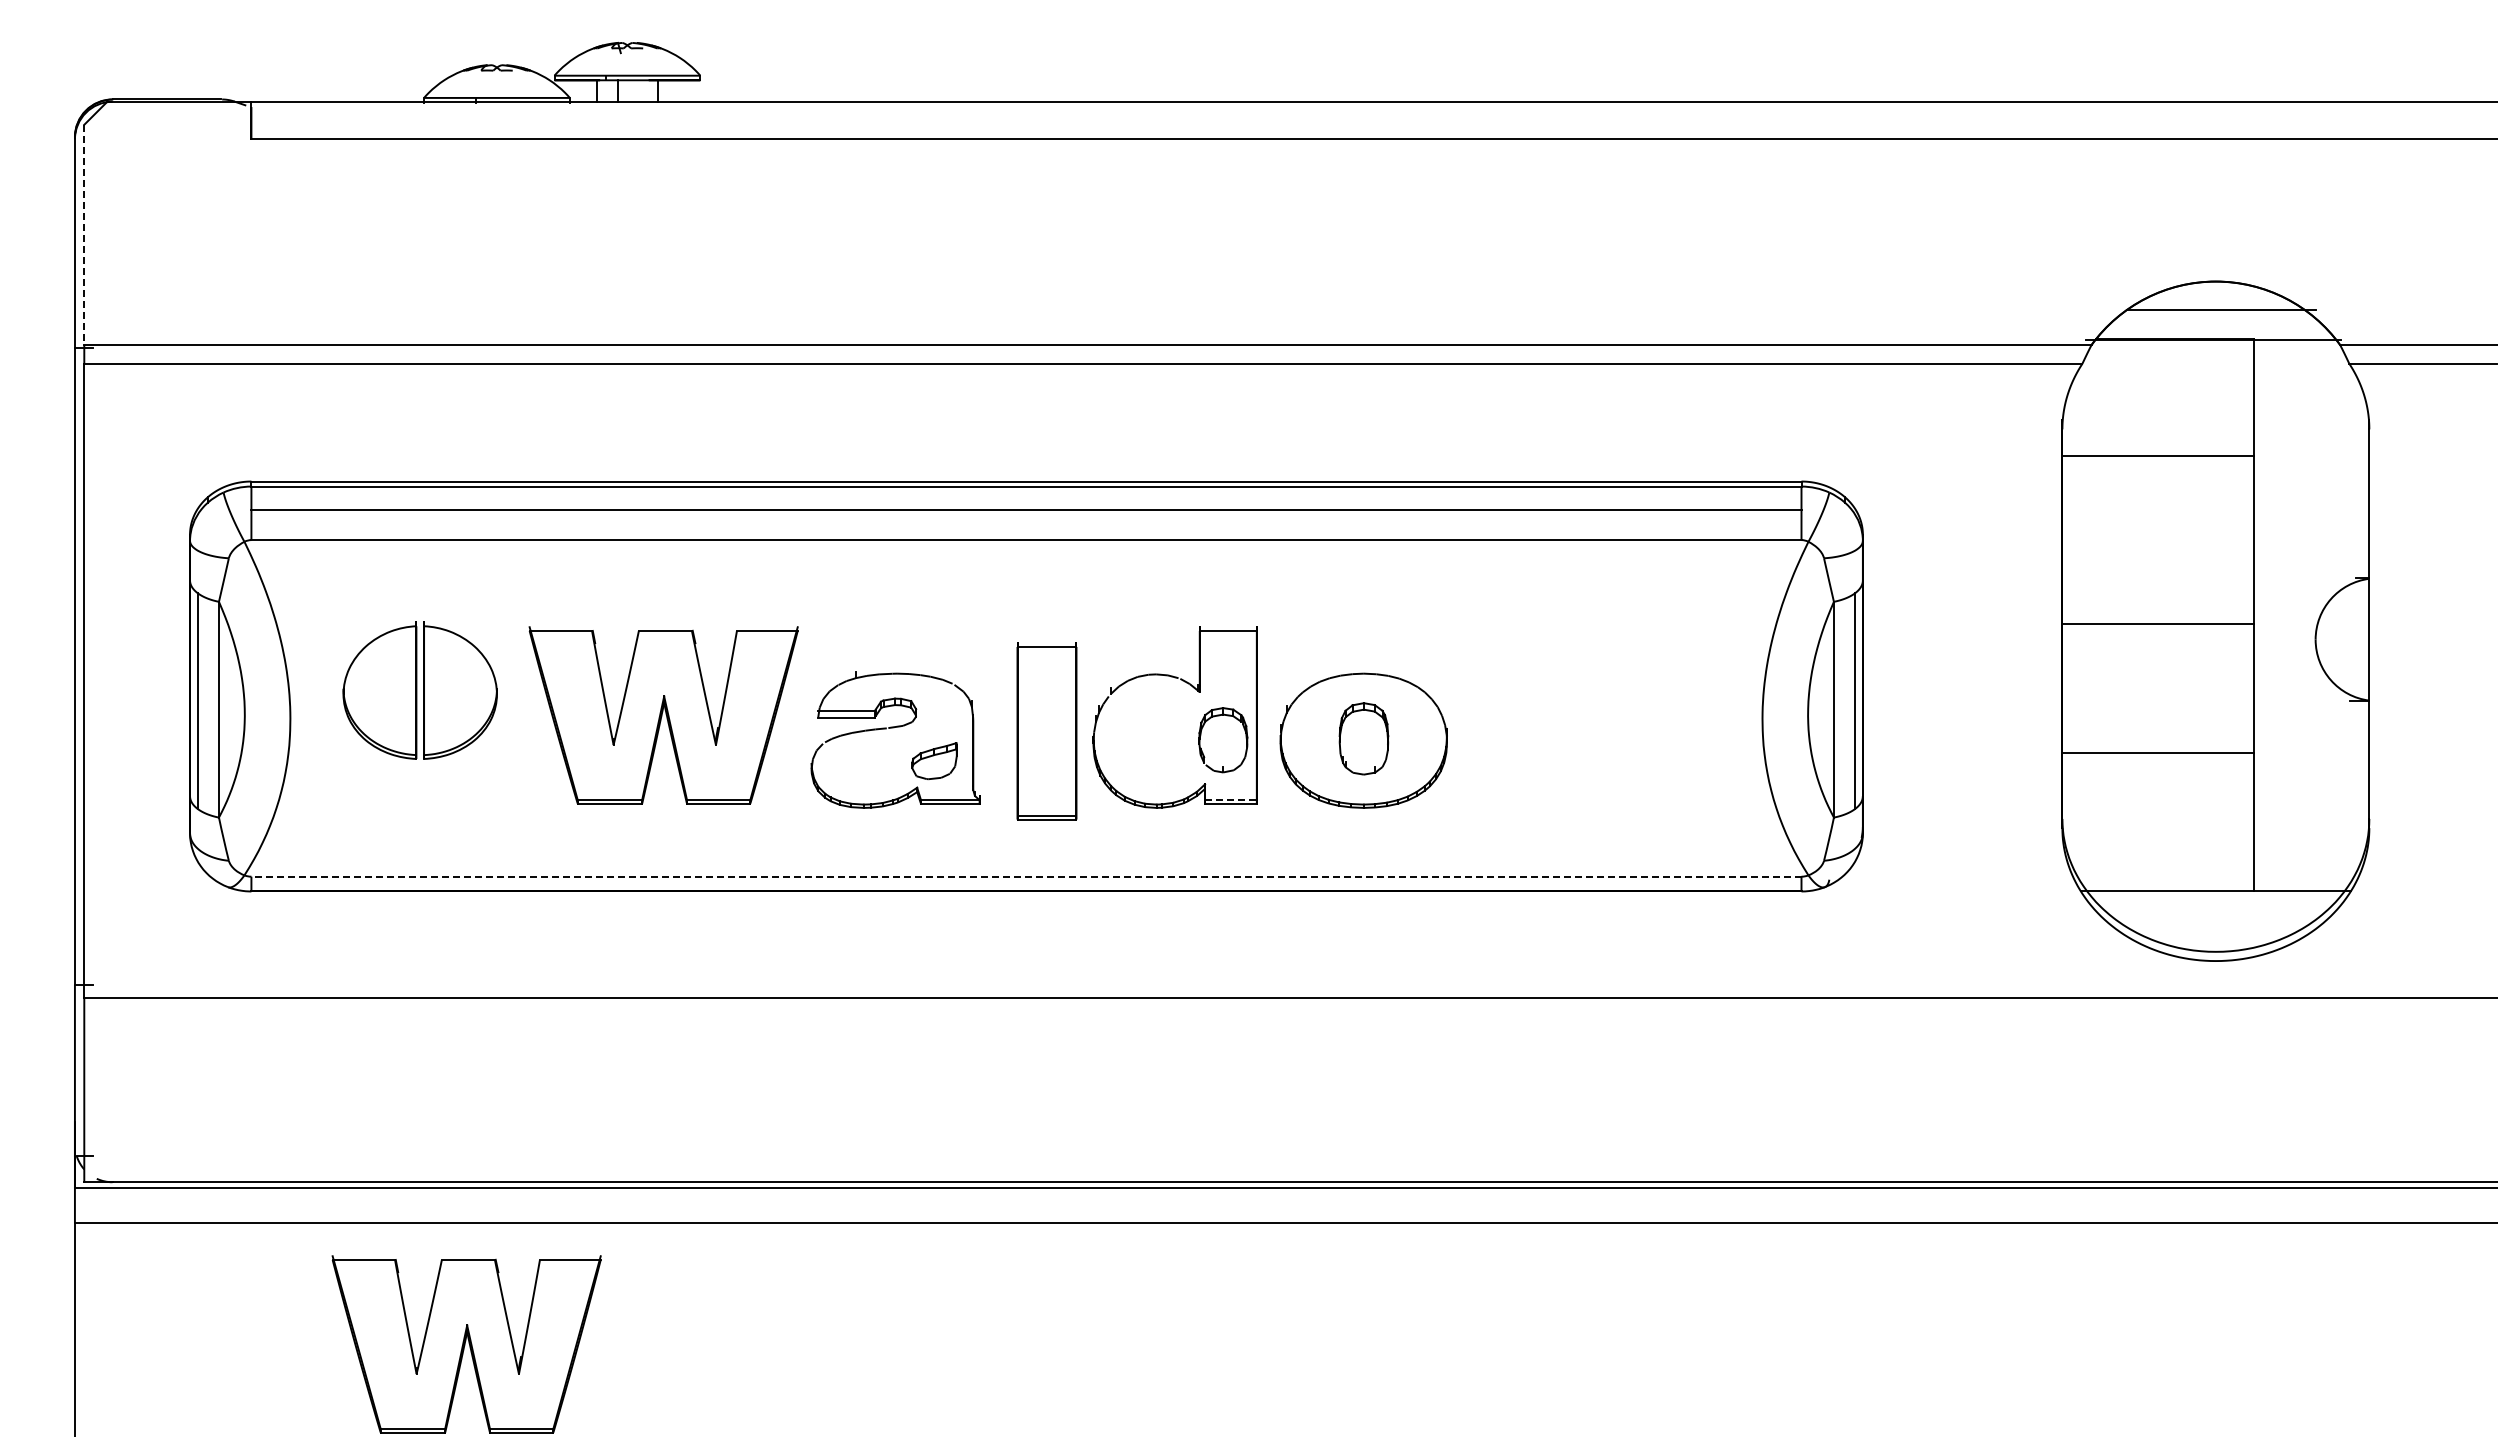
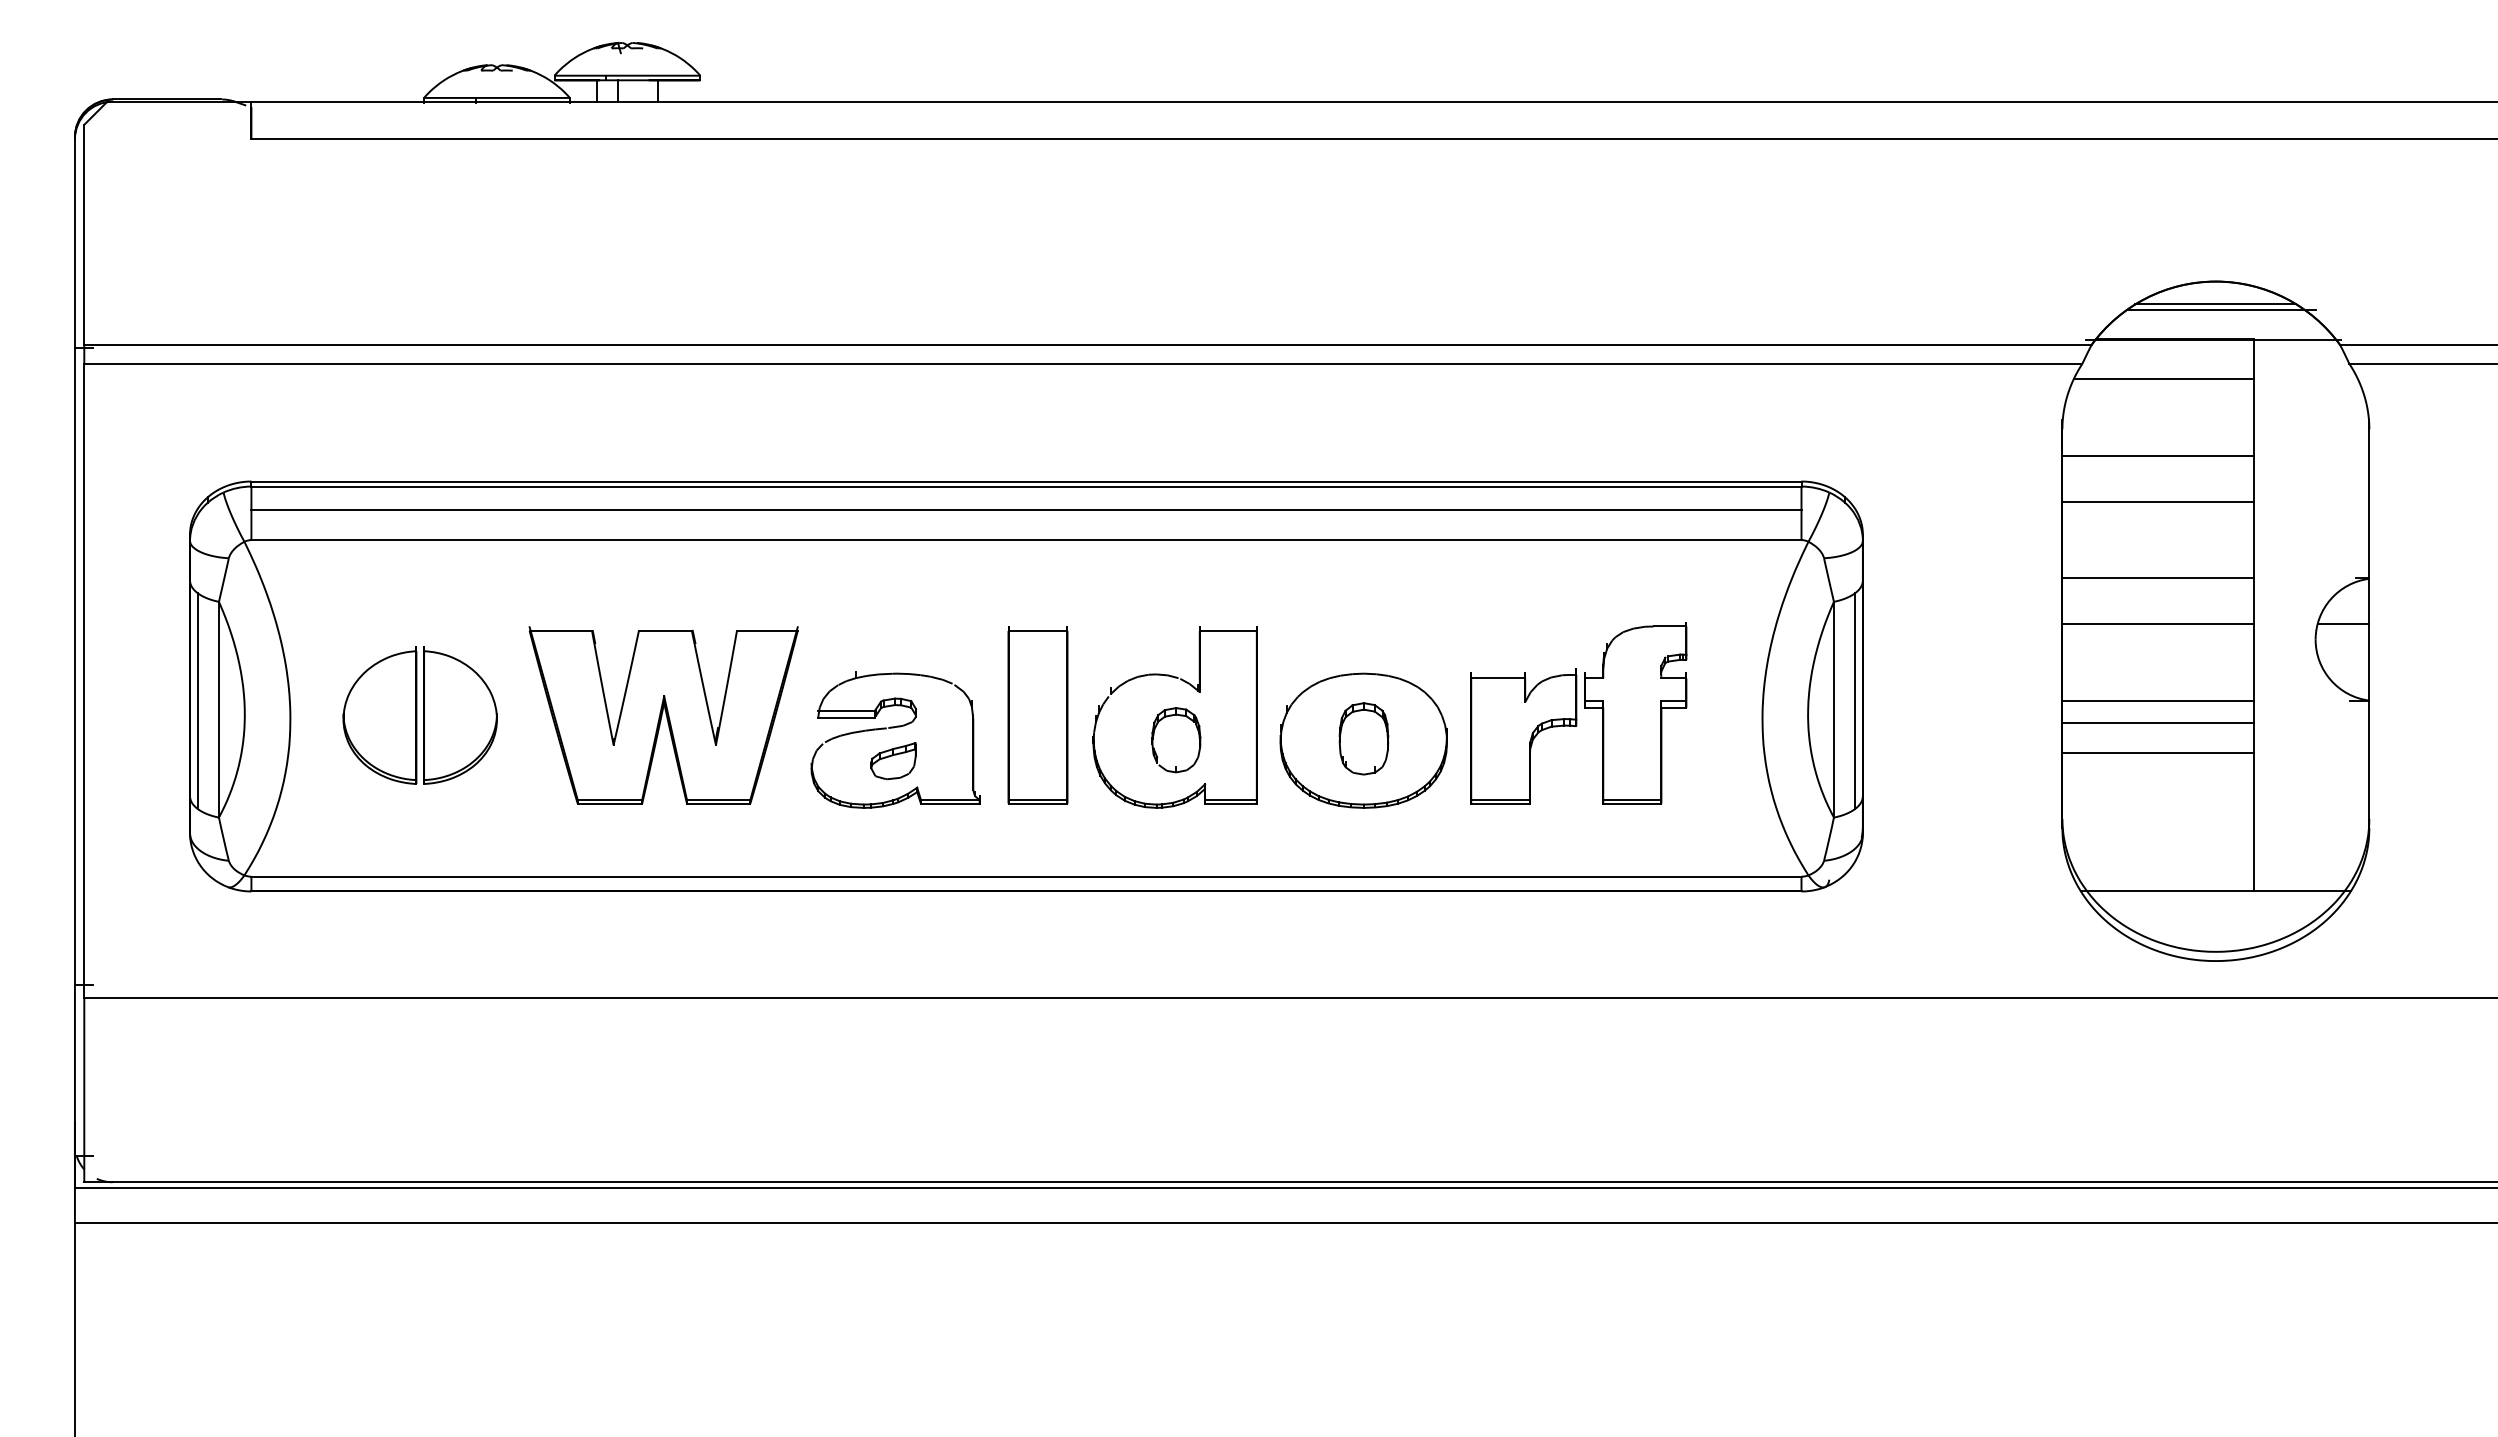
line at (84, 235): dashed -> solid
line at (2215, 304): none -> present
line at (2163, 378): none -> present
line at (2158, 501): none -> present
line at (2158, 578): none -> present
line at (2343, 624): none -> present
part at (419, 690) position: (419, 690) -> (419, 715)
line at (2158, 701): none -> present
part at (1578, 713): none -> present
line at (2158, 722): none -> present
part at (1046, 731) position: (1046, 731) -> (1037, 715)
part at (1245, 738) position: (1245, 738) -> (1198, 738)
part at (934, 761) position: (934, 761) -> (893, 761)
line at (1230, 799): dashed -> solid
line at (1025, 876): dashed -> solid
part at (466, 1344): present -> none
